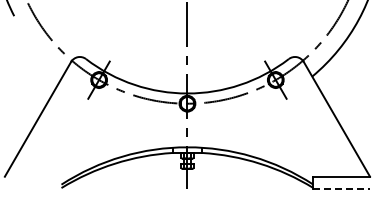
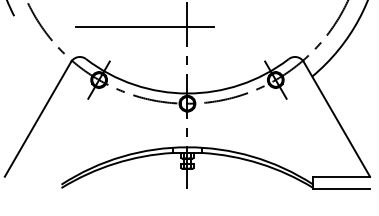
line at (144, 26): none -> present
line at (342, 189): dashed -> solid
